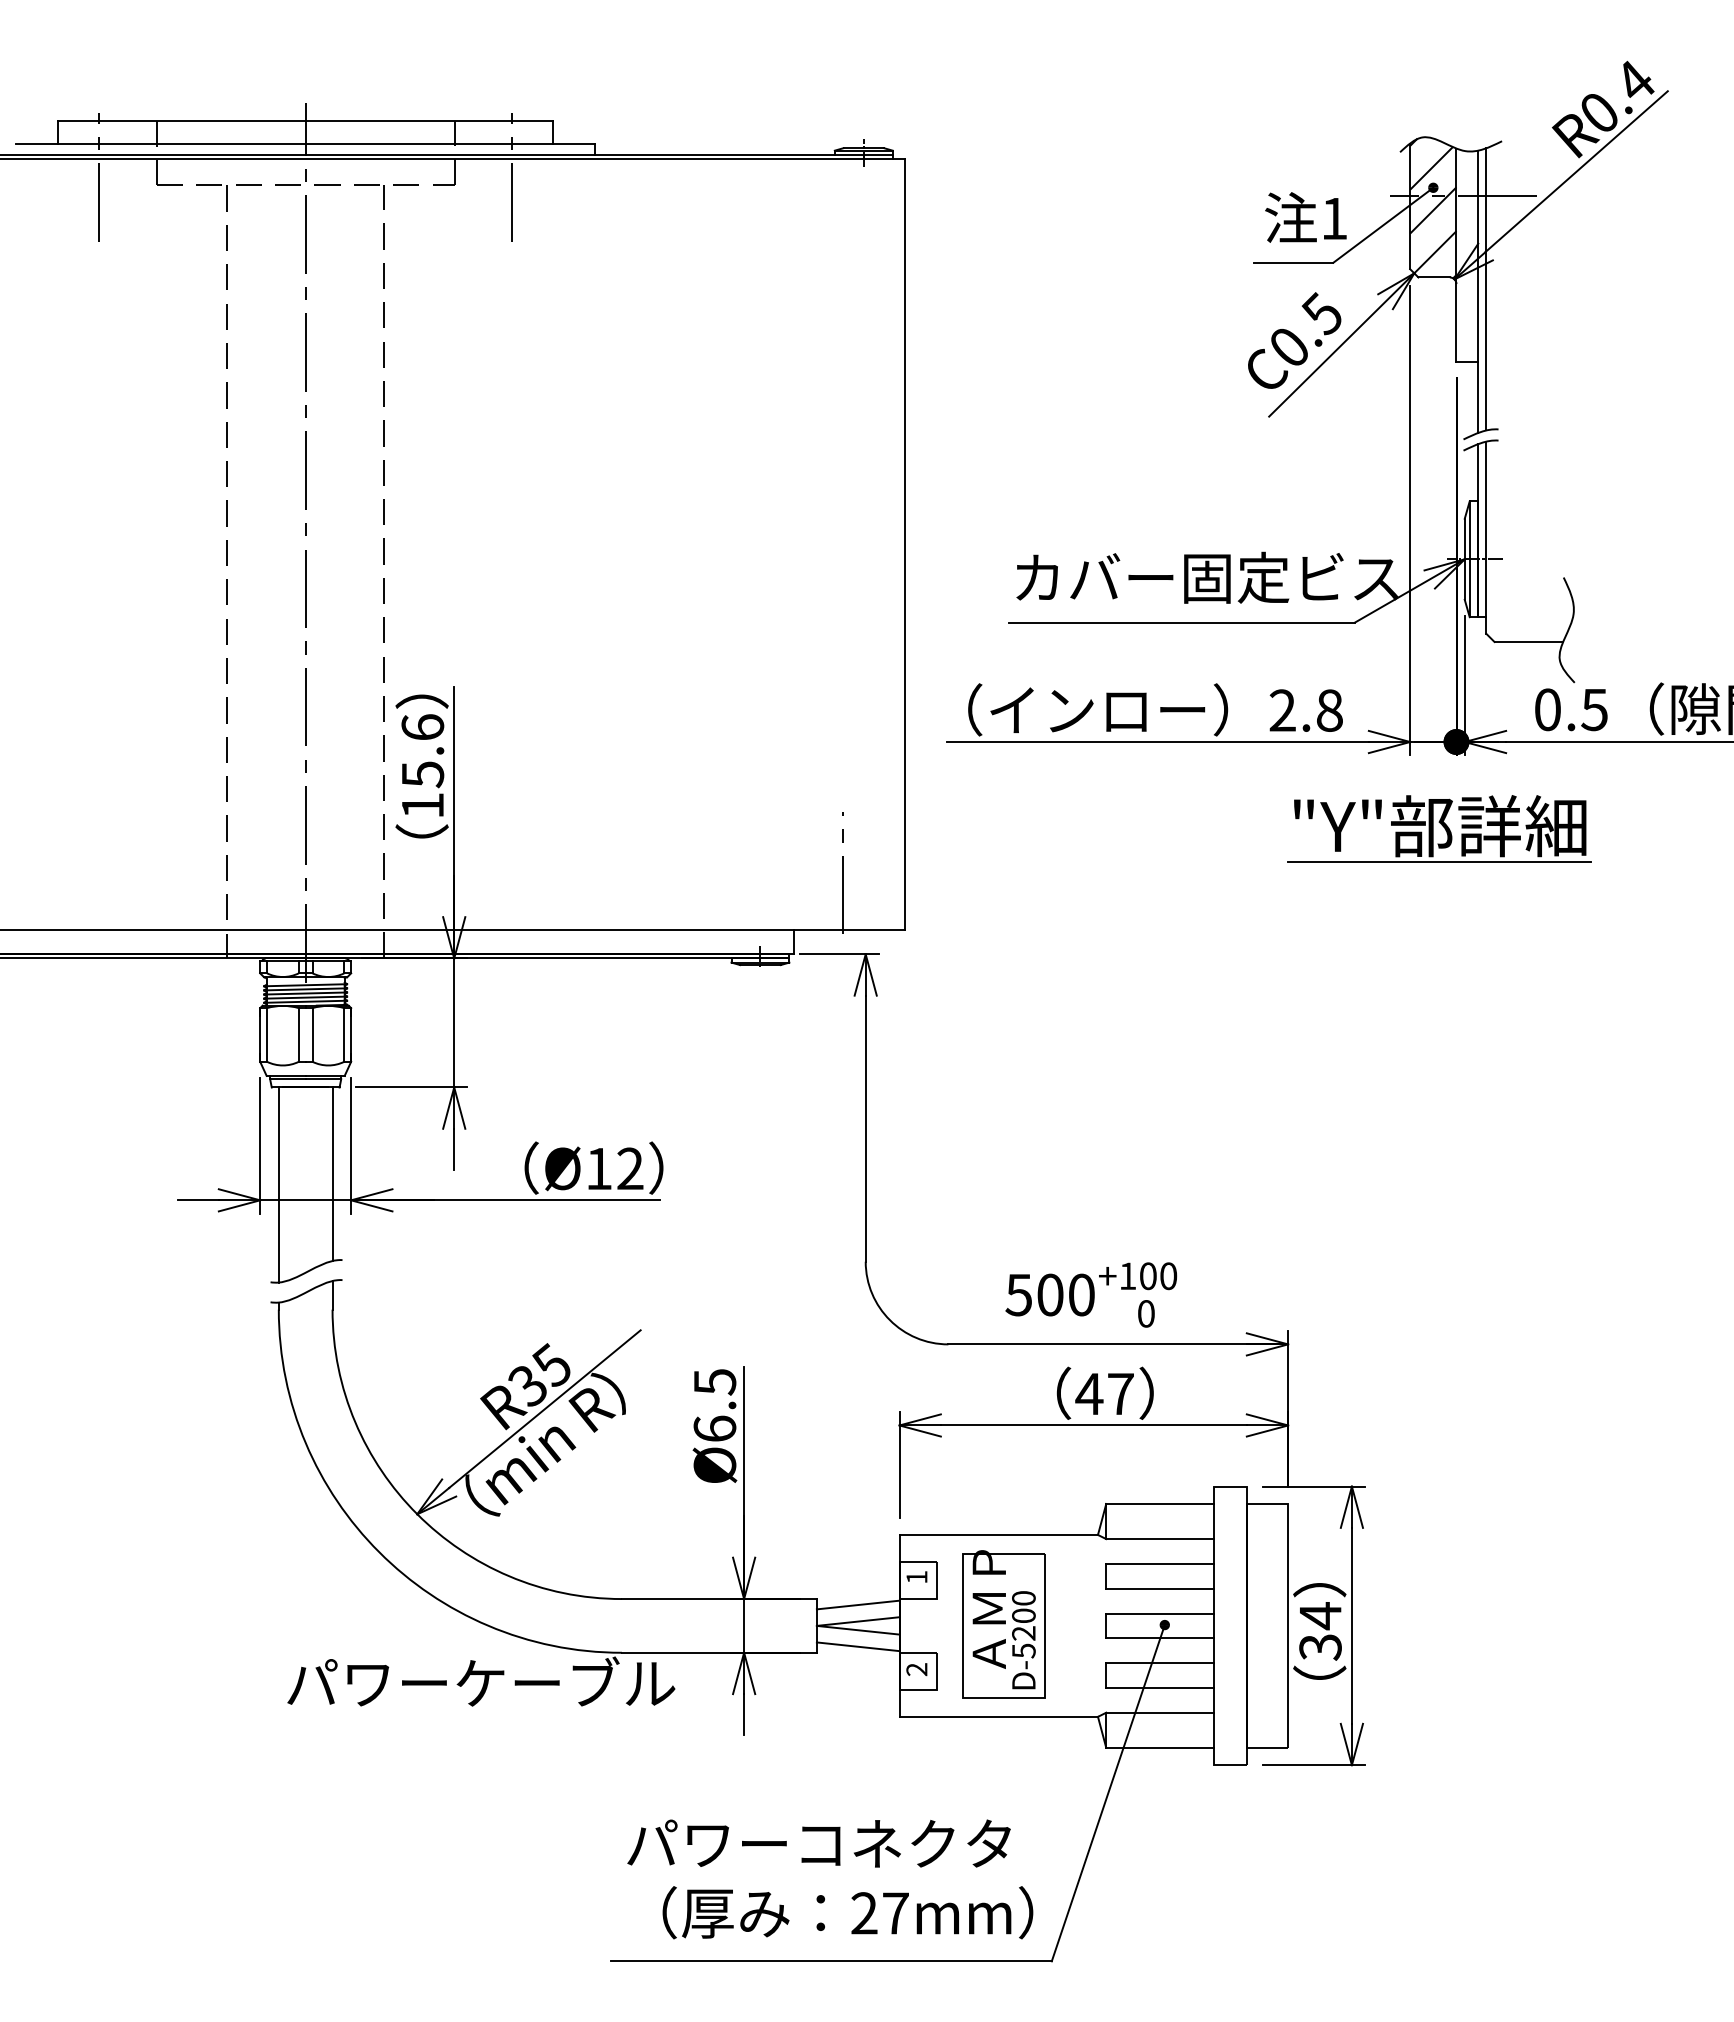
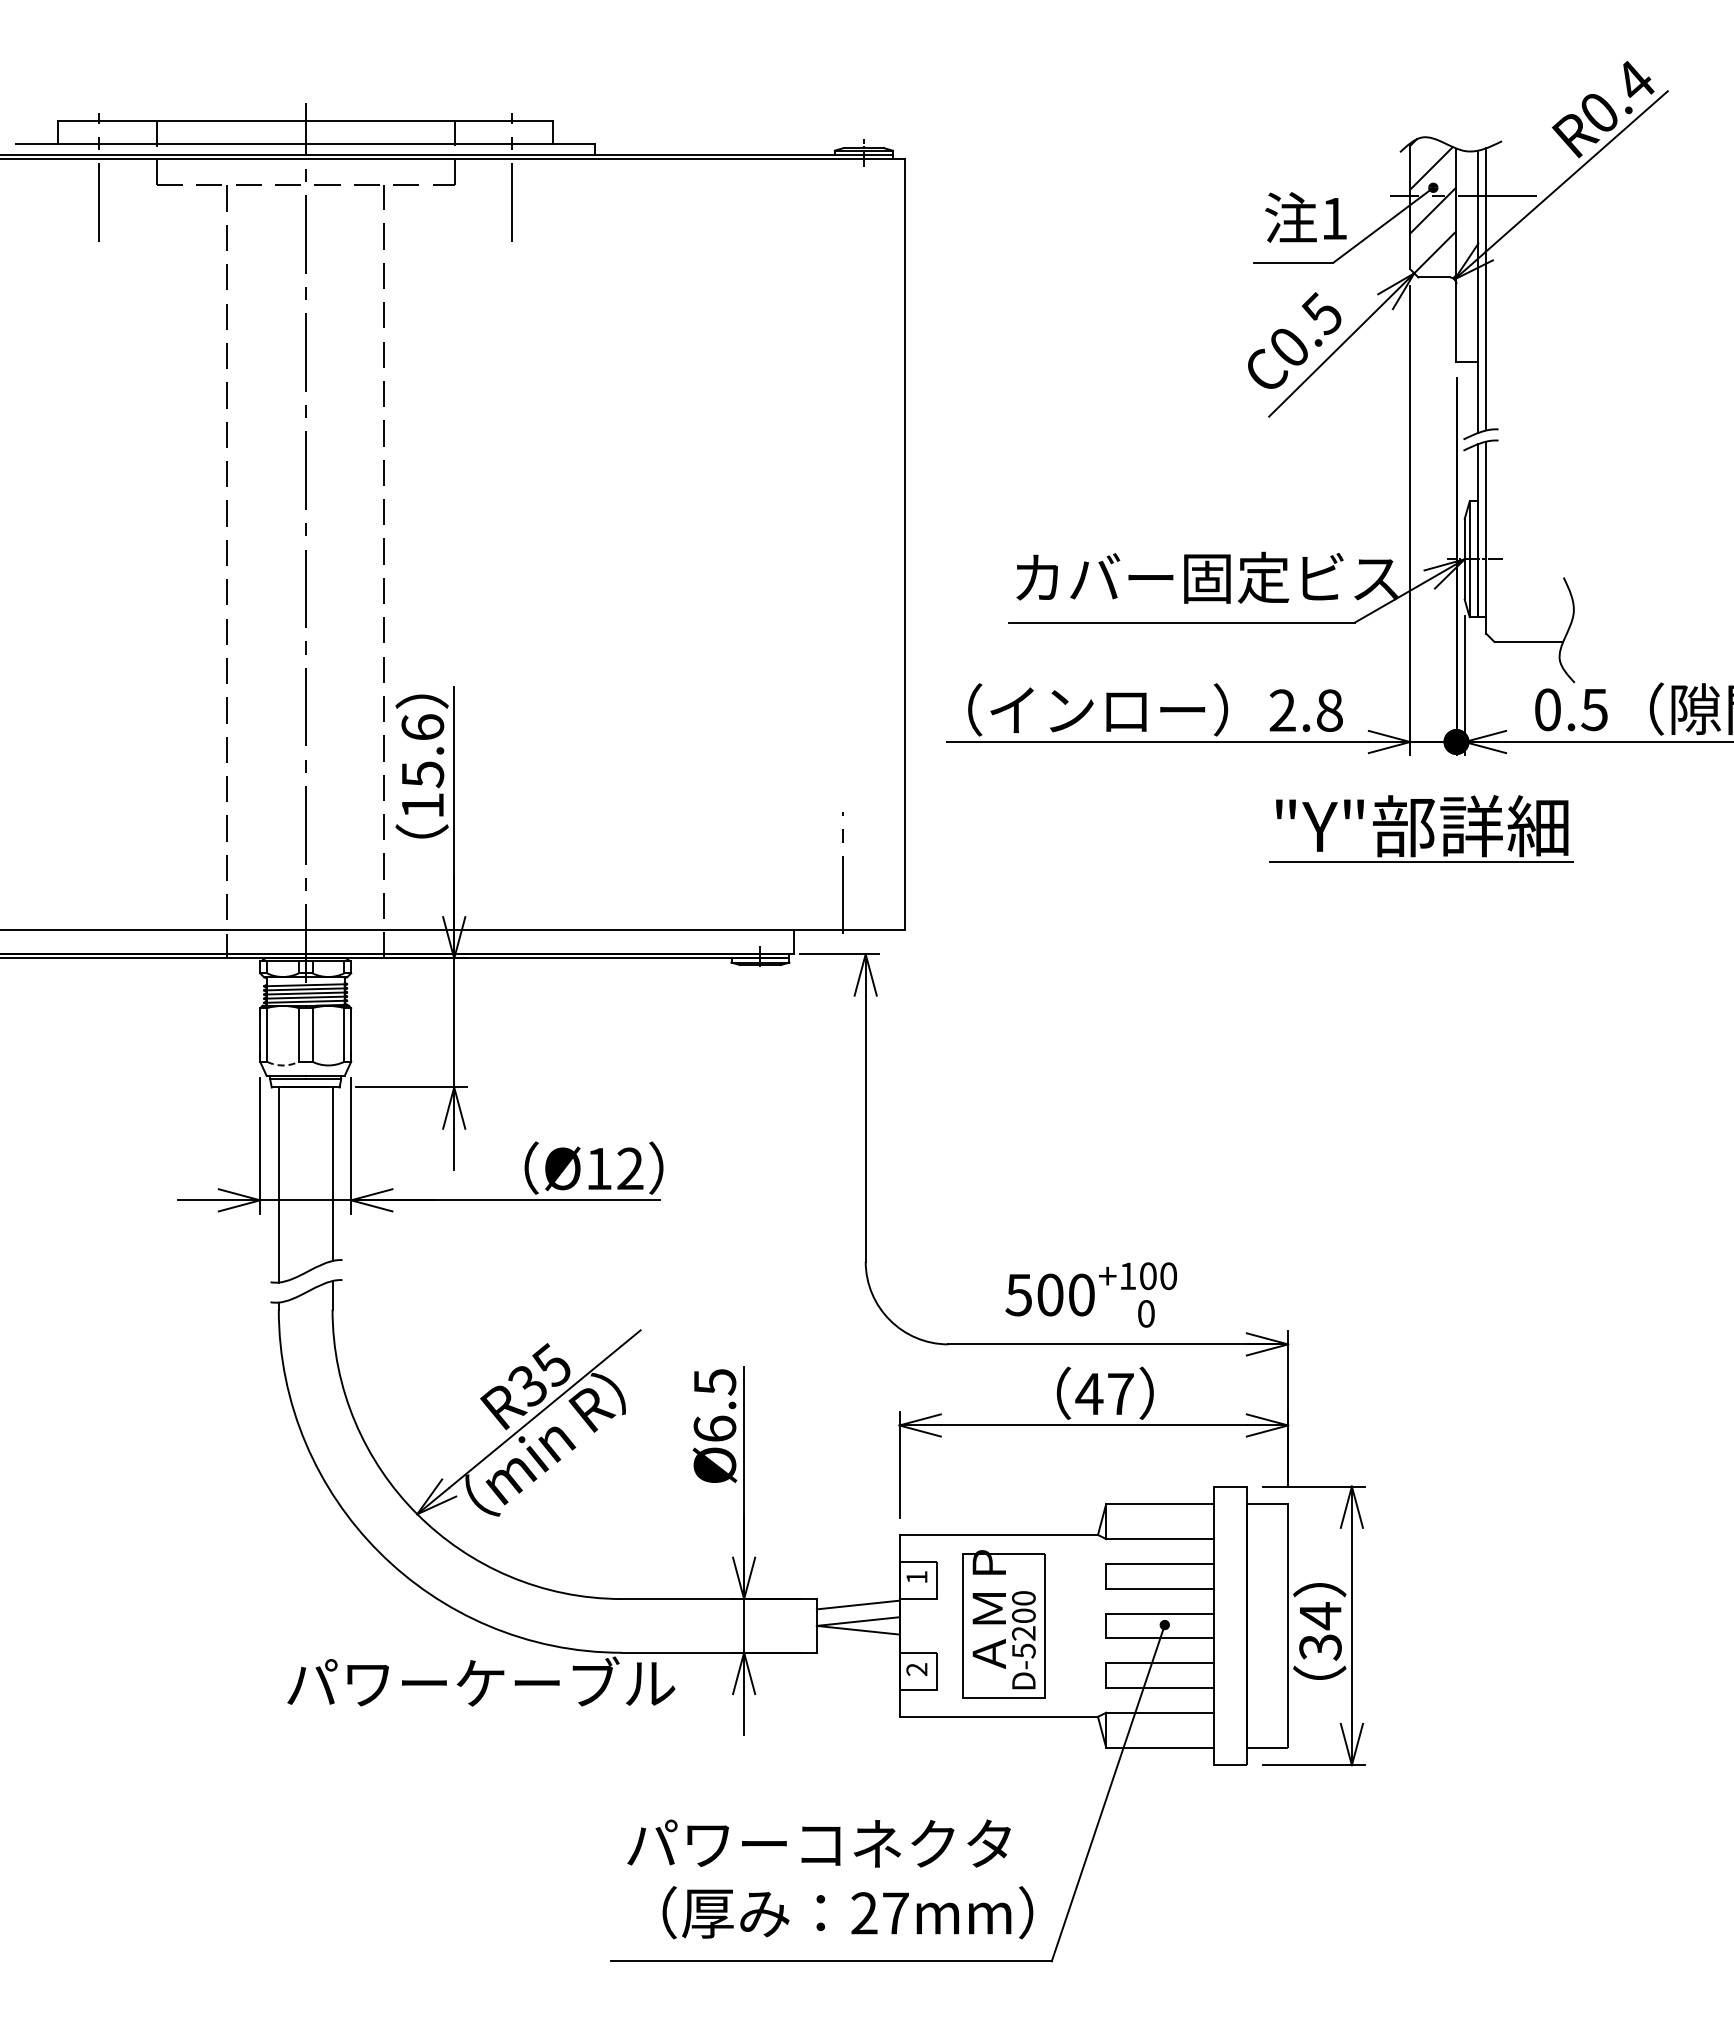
part at (1439, 828) position: (1439, 828) -> (1421, 828)
arc at (282, 1065): solid -> dashed
line at (857, 1646): present -> none
